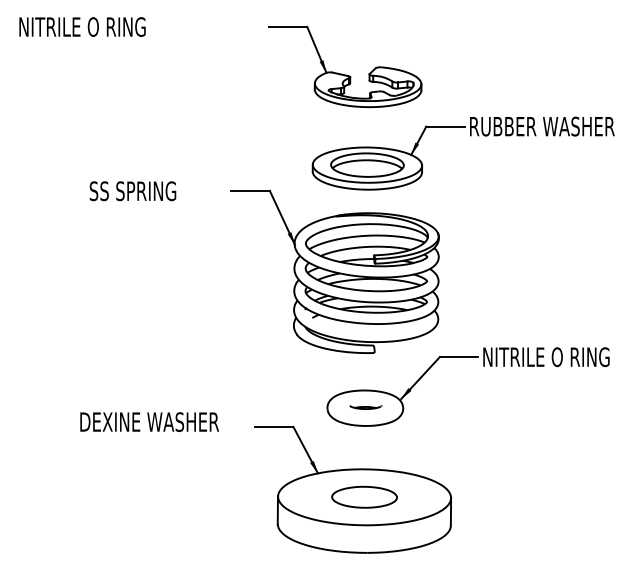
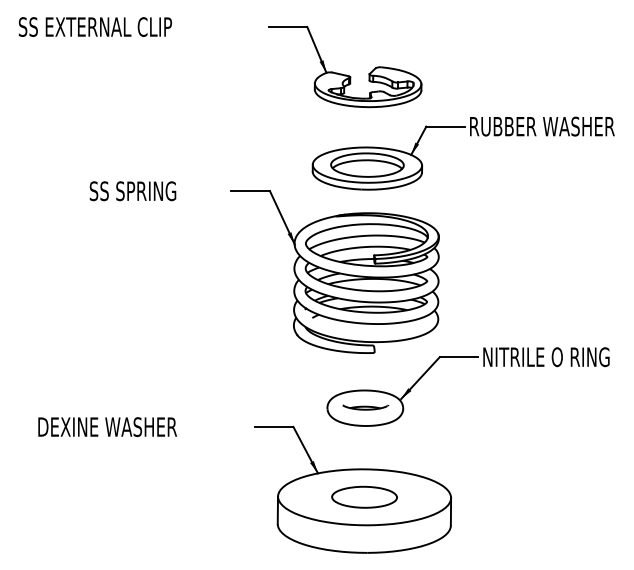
text at (94, 26): NITRILE O RING -> SS EXTERNAL CLIP
part at (365, 407) size: 34x5 px -> 48x7 px
text at (149, 421) position: (149, 421) -> (107, 426)
